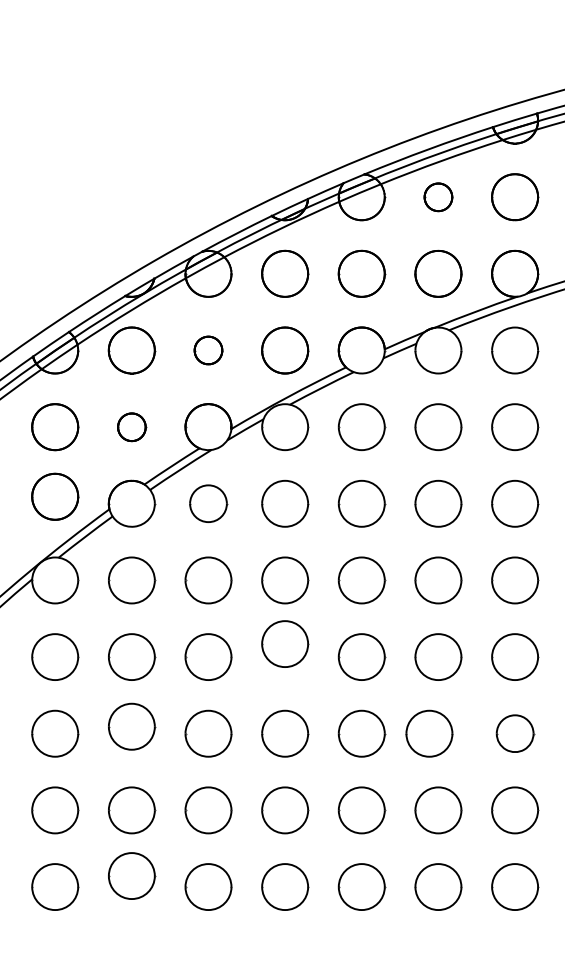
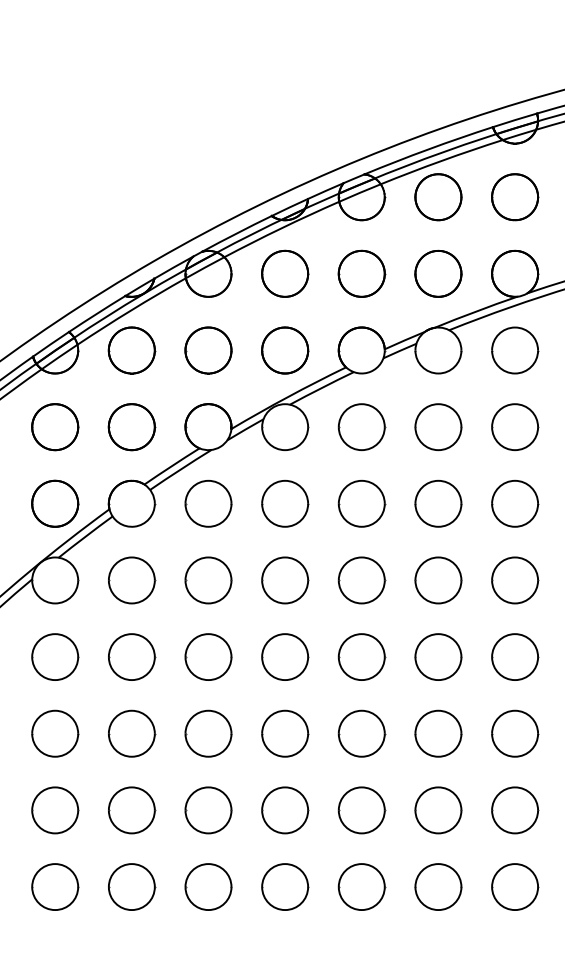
part at (438, 197) size: 31x31 px -> 49x49 px
part at (208, 350) size: 31x31 px -> 49x49 px
part at (132, 427) size: 31x31 px -> 50x49 px
part at (55, 496) position: (55, 496) -> (55, 503)
part at (208, 503) size: 40x39 px -> 49x49 px
part at (285, 643) position: (285, 643) -> (285, 656)
part at (132, 726) position: (132, 726) -> (132, 733)
part at (429, 733) position: (429, 733) -> (438, 733)
part at (515, 733) size: 41x39 px -> 49x49 px
part at (132, 875) position: (132, 875) -> (132, 886)
